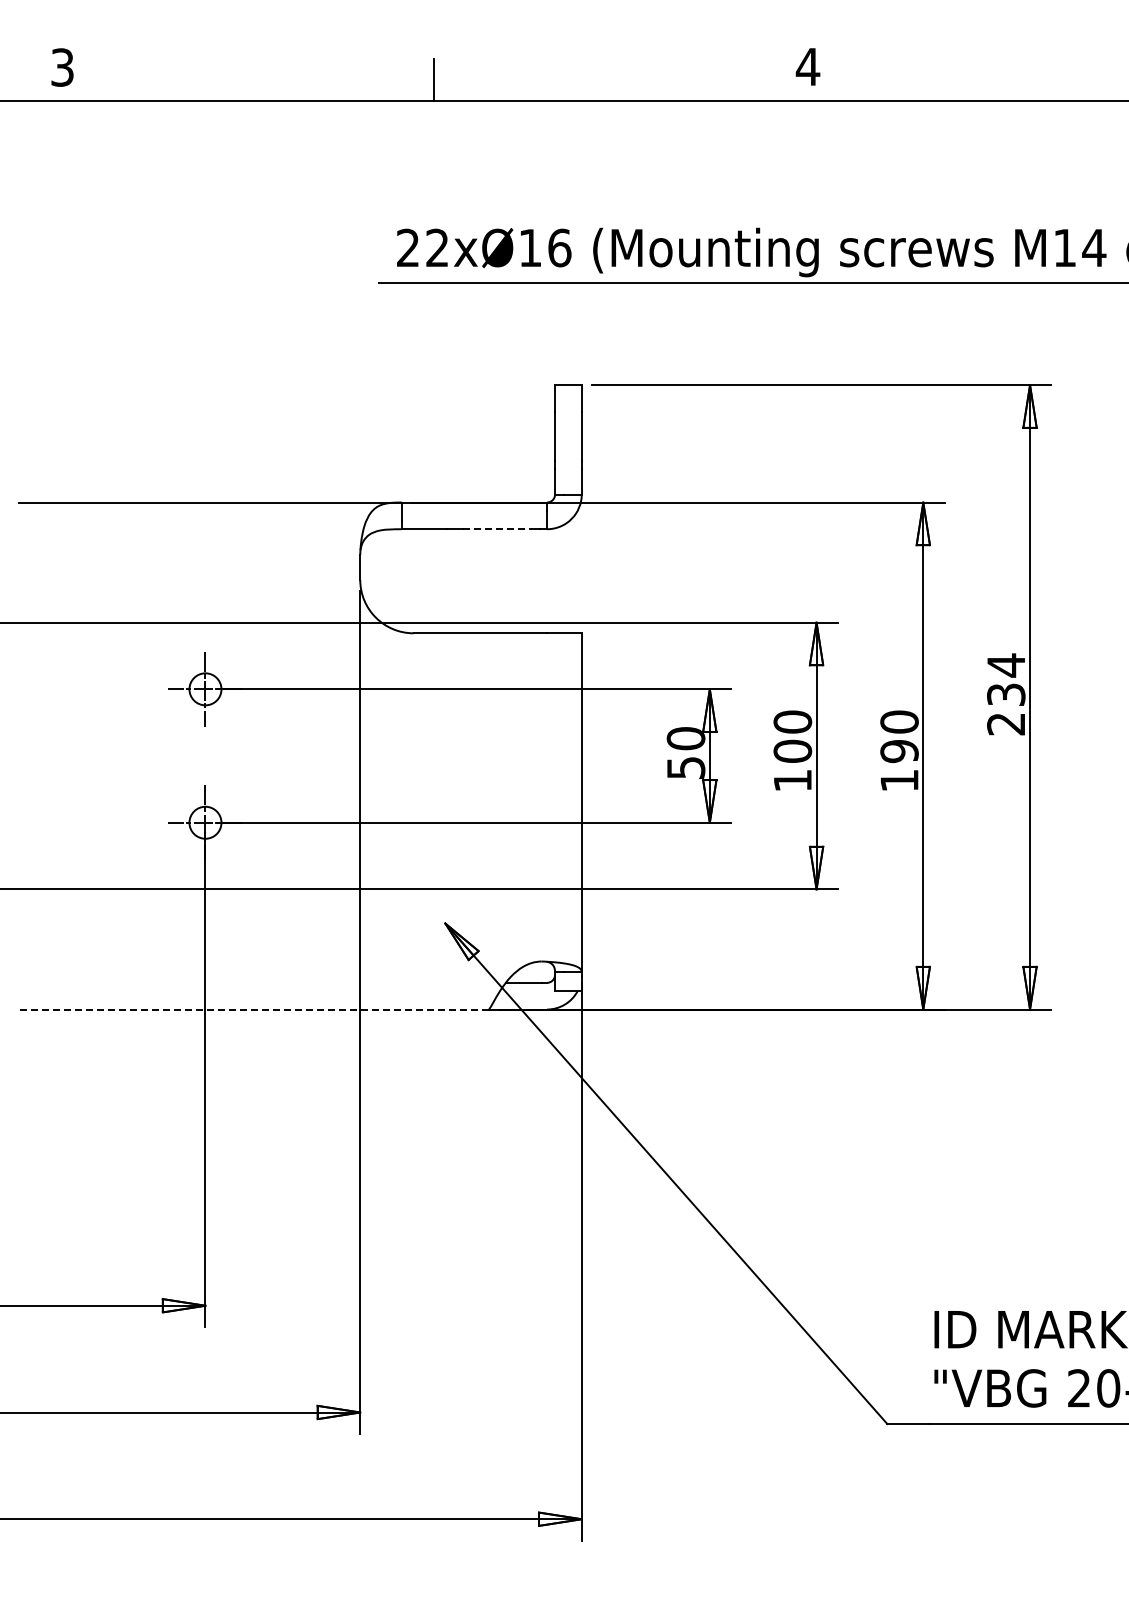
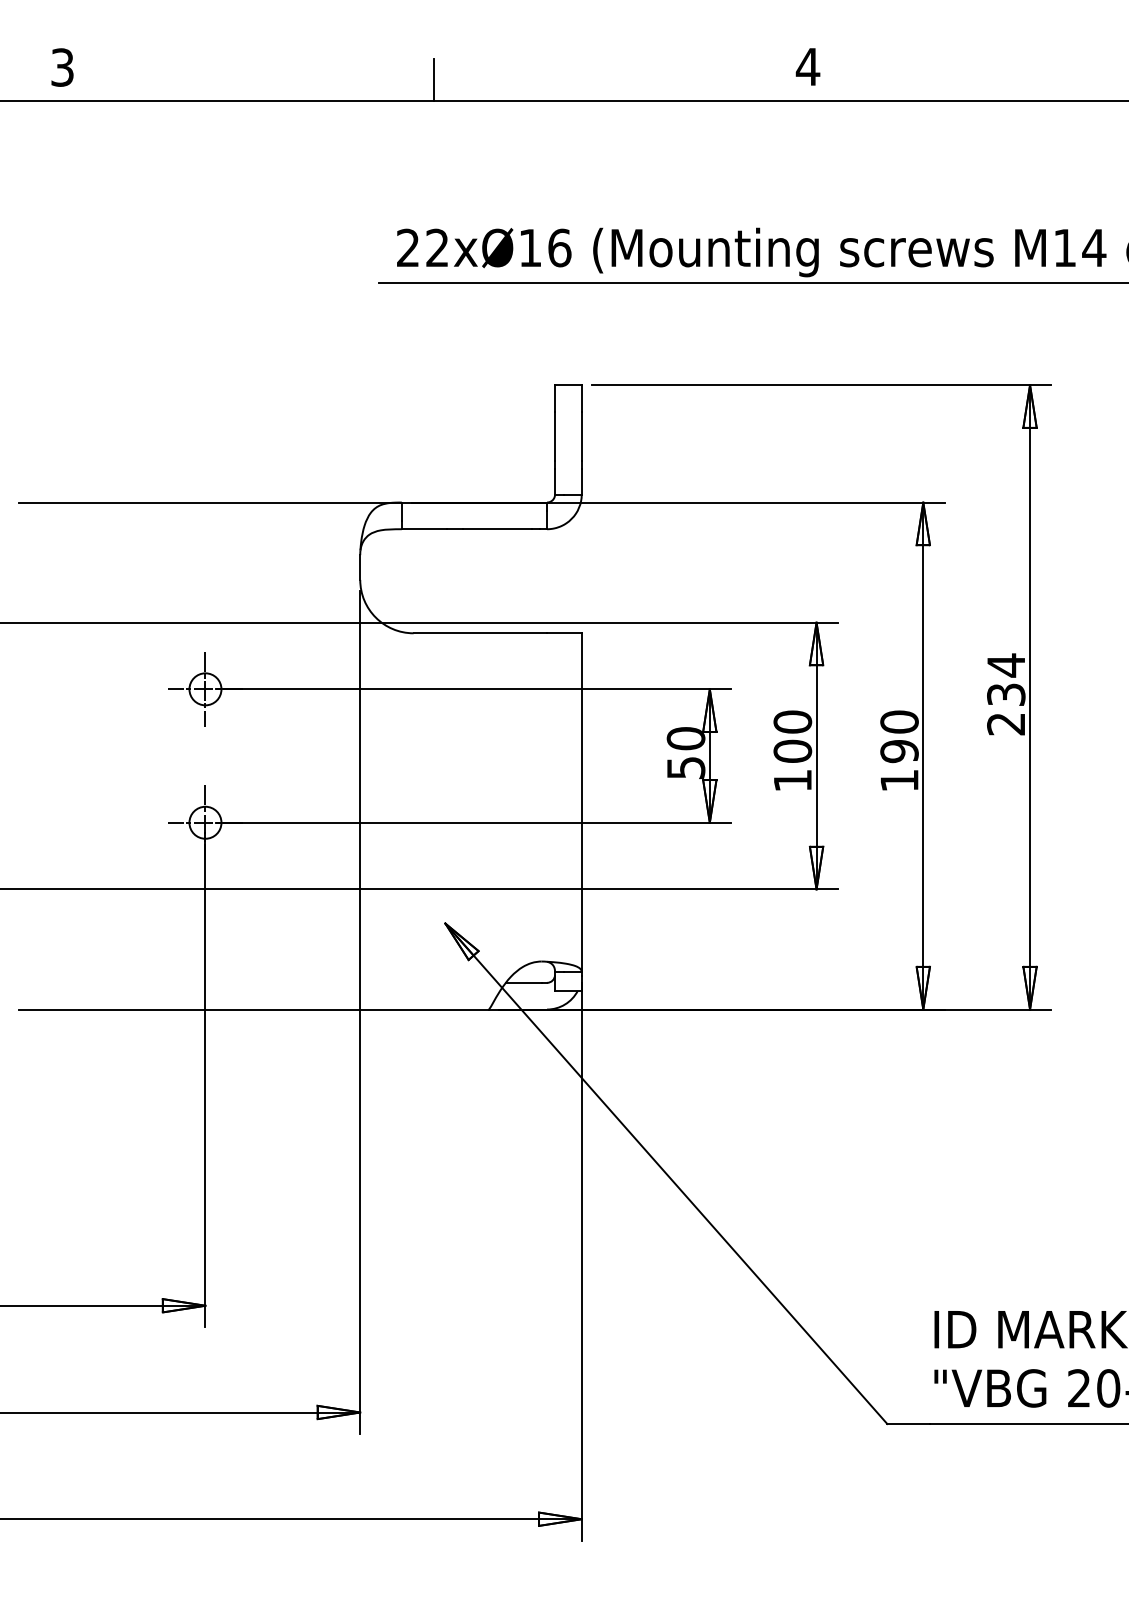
line at (498, 529): dashed -> solid
line at (253, 1009): dashed -> solid
